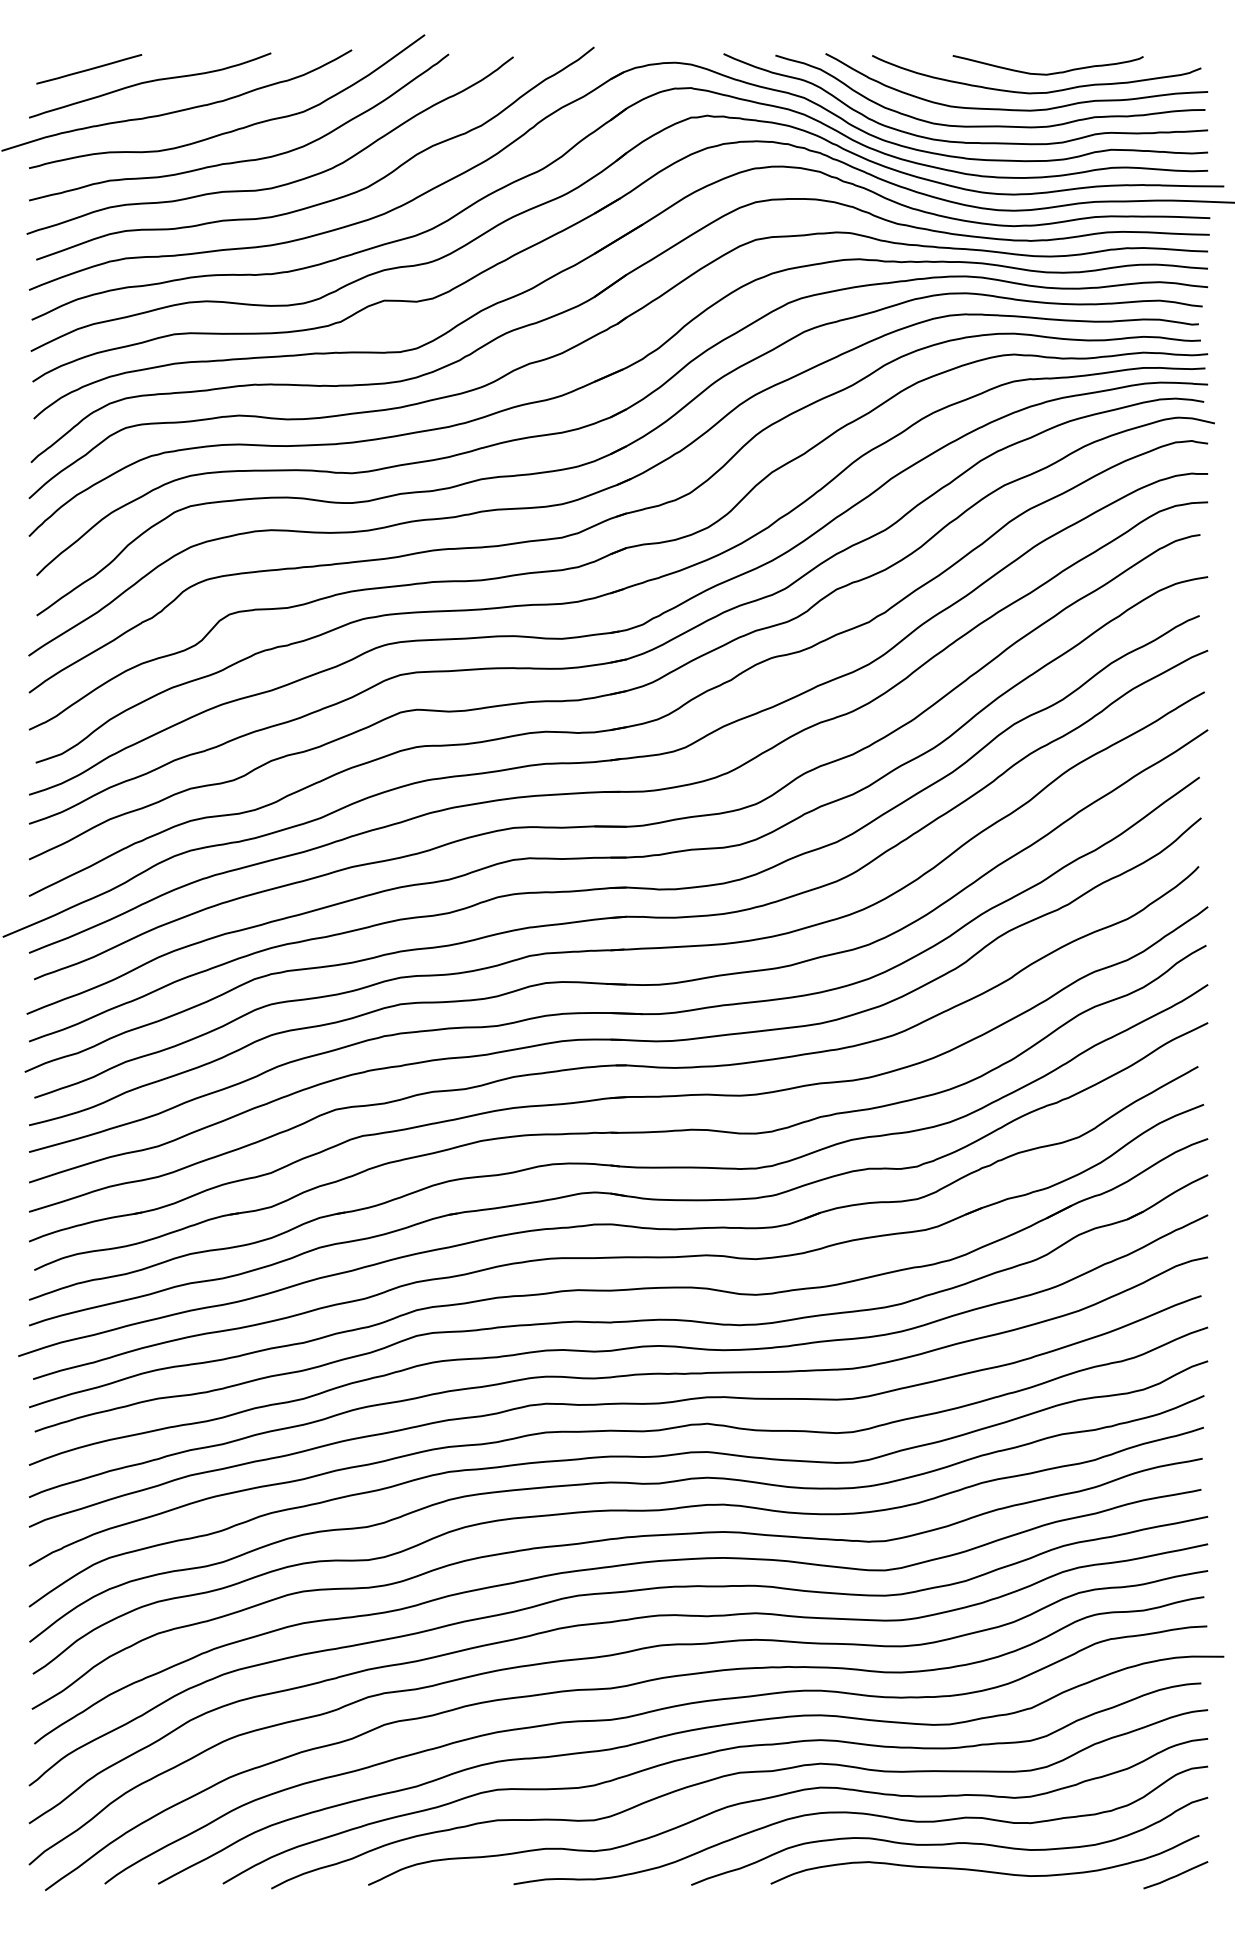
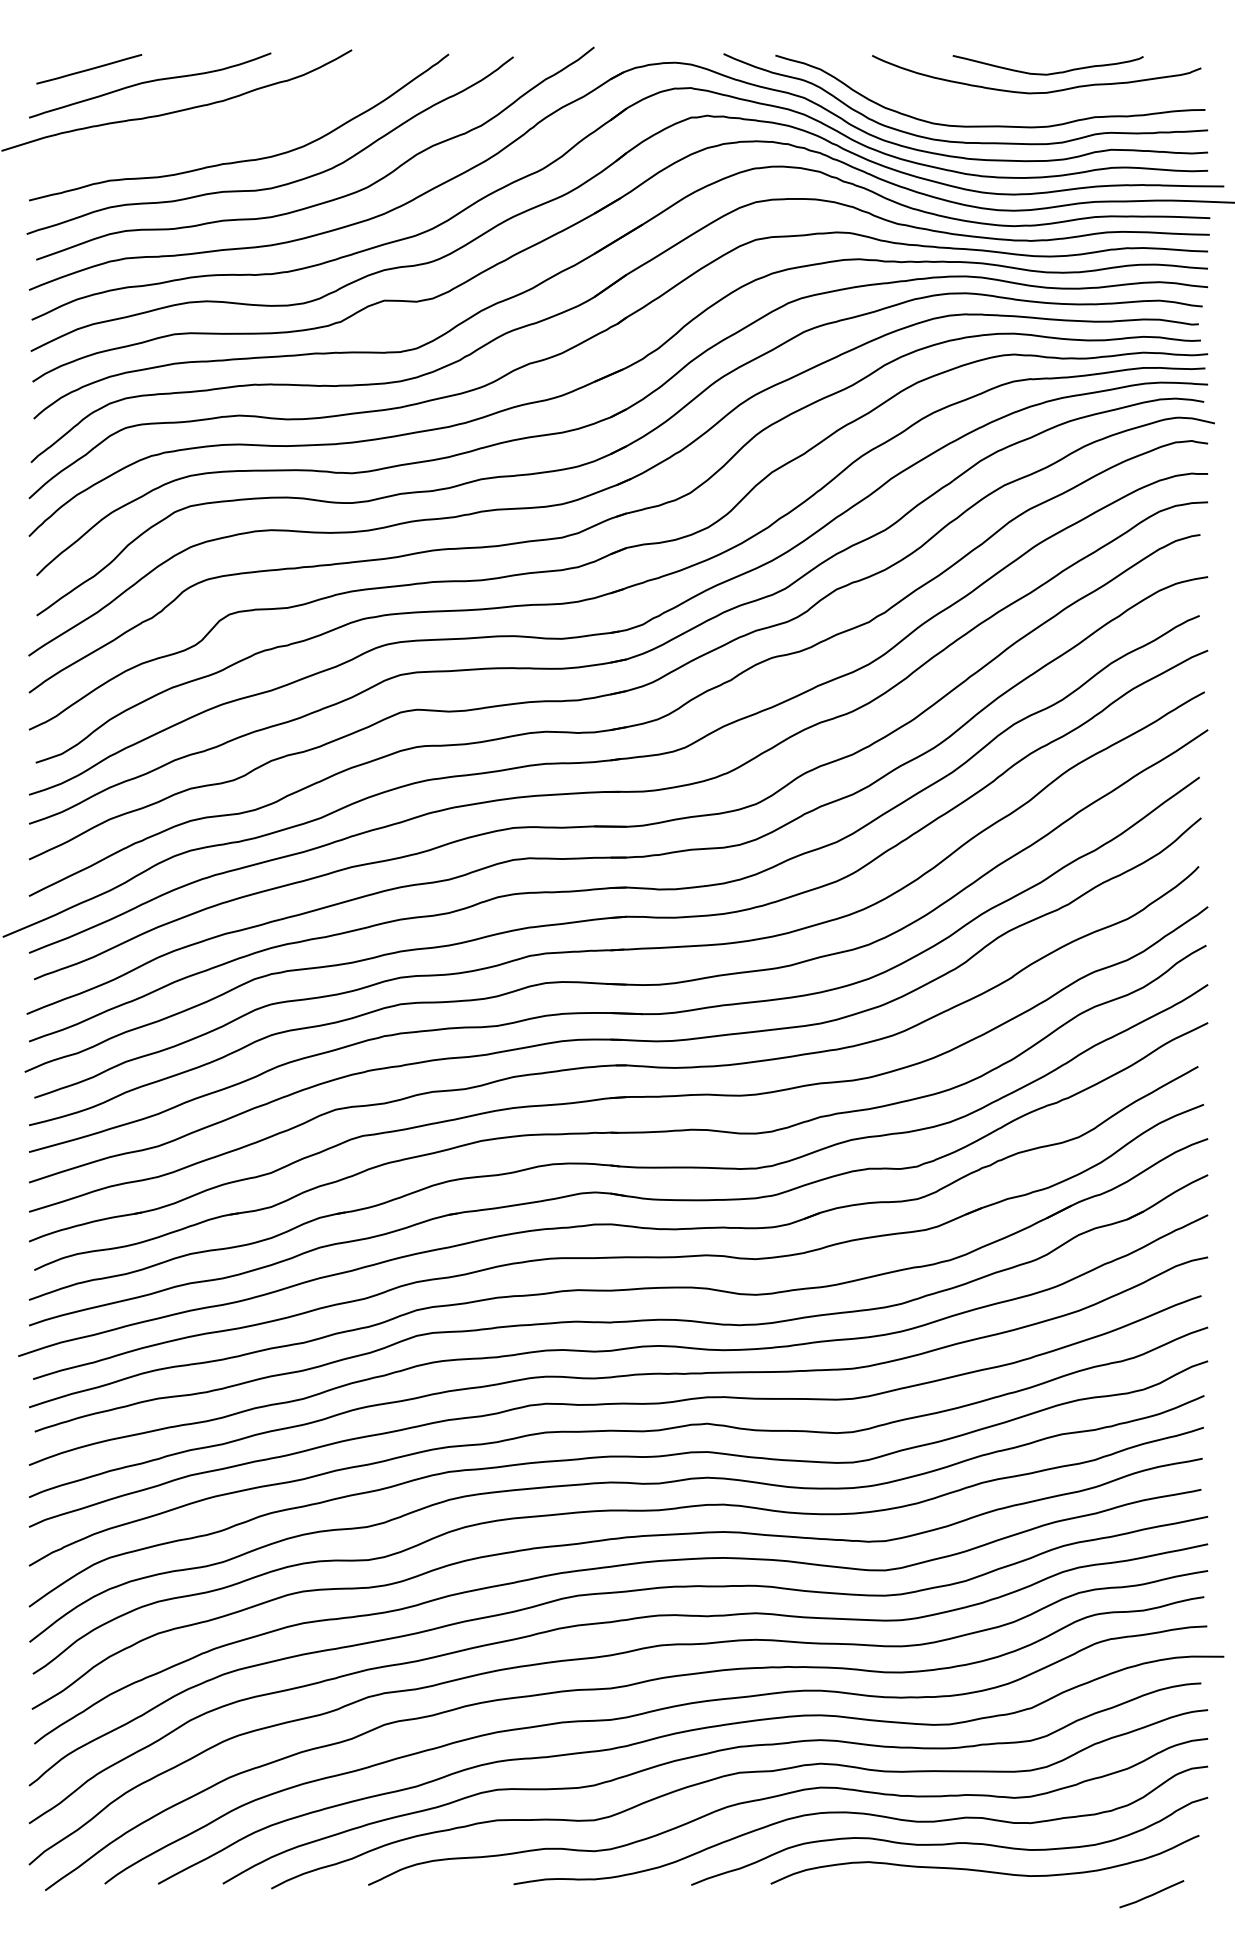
curve at (1016, 109): present -> none
curve at (237, 128): present -> none
curve at (1175, 1875) position: (1175, 1875) -> (1151, 1894)
